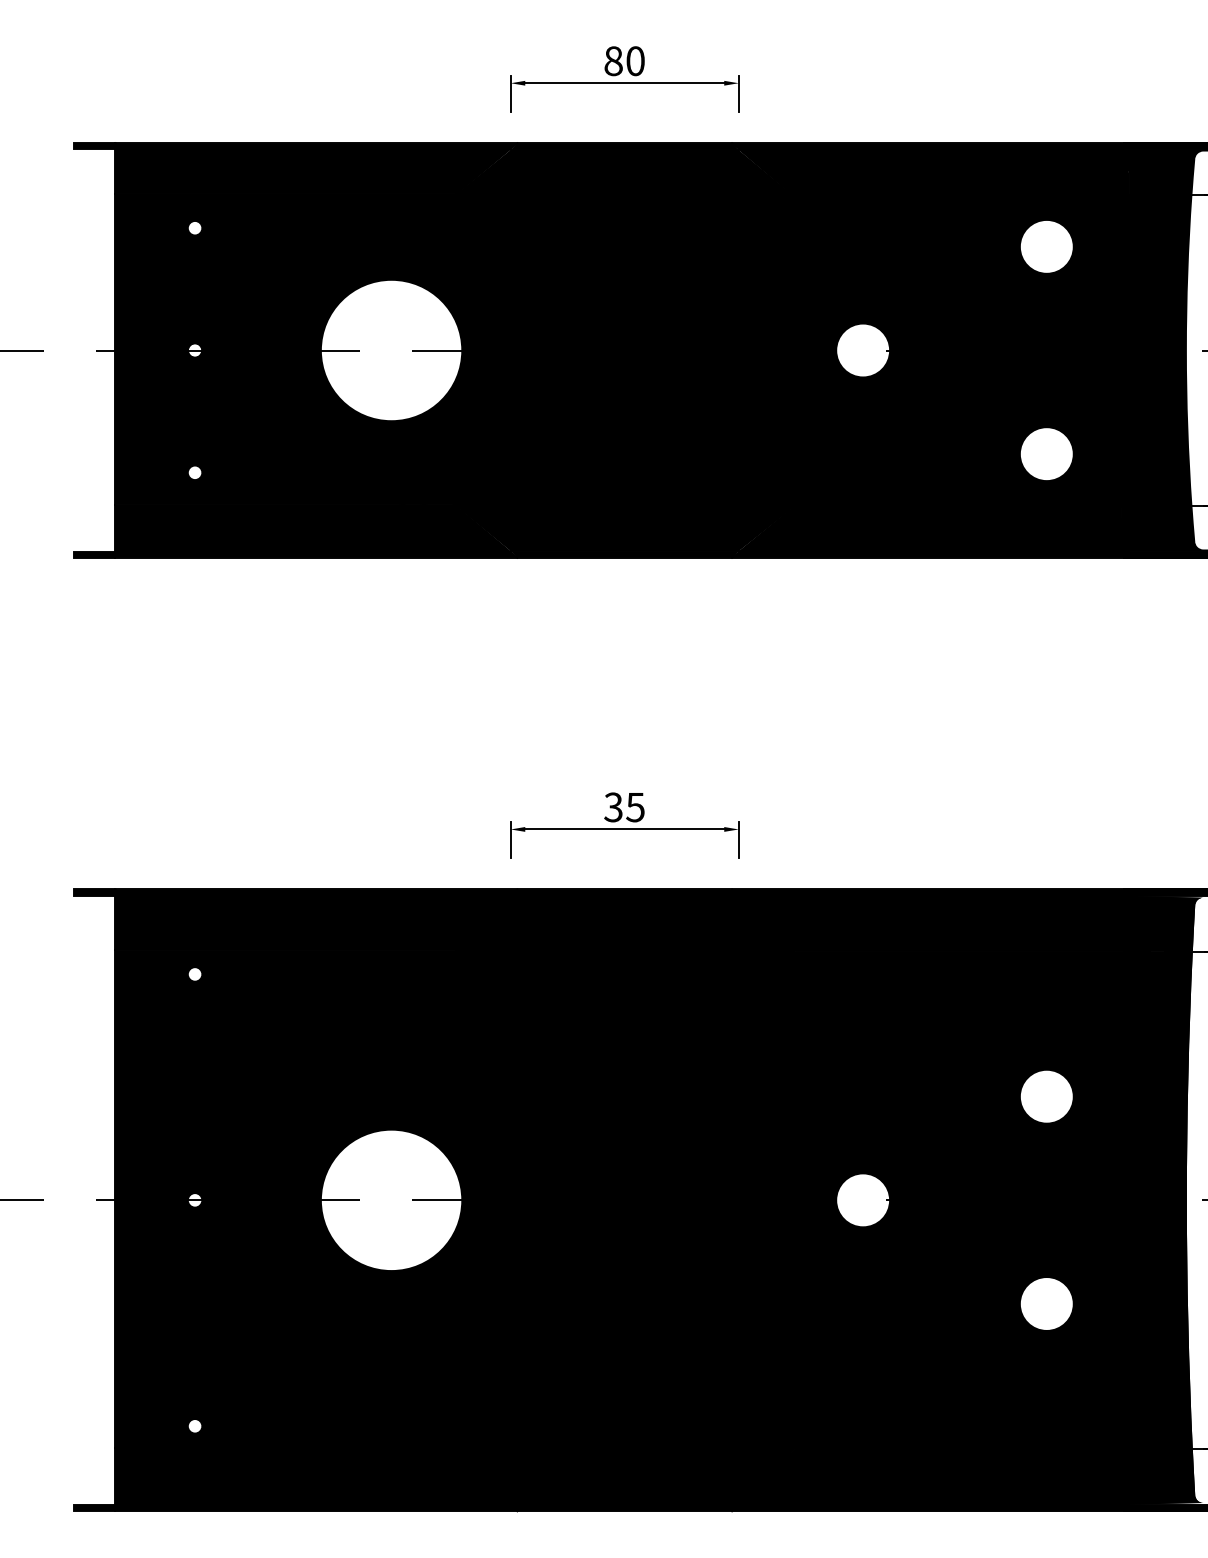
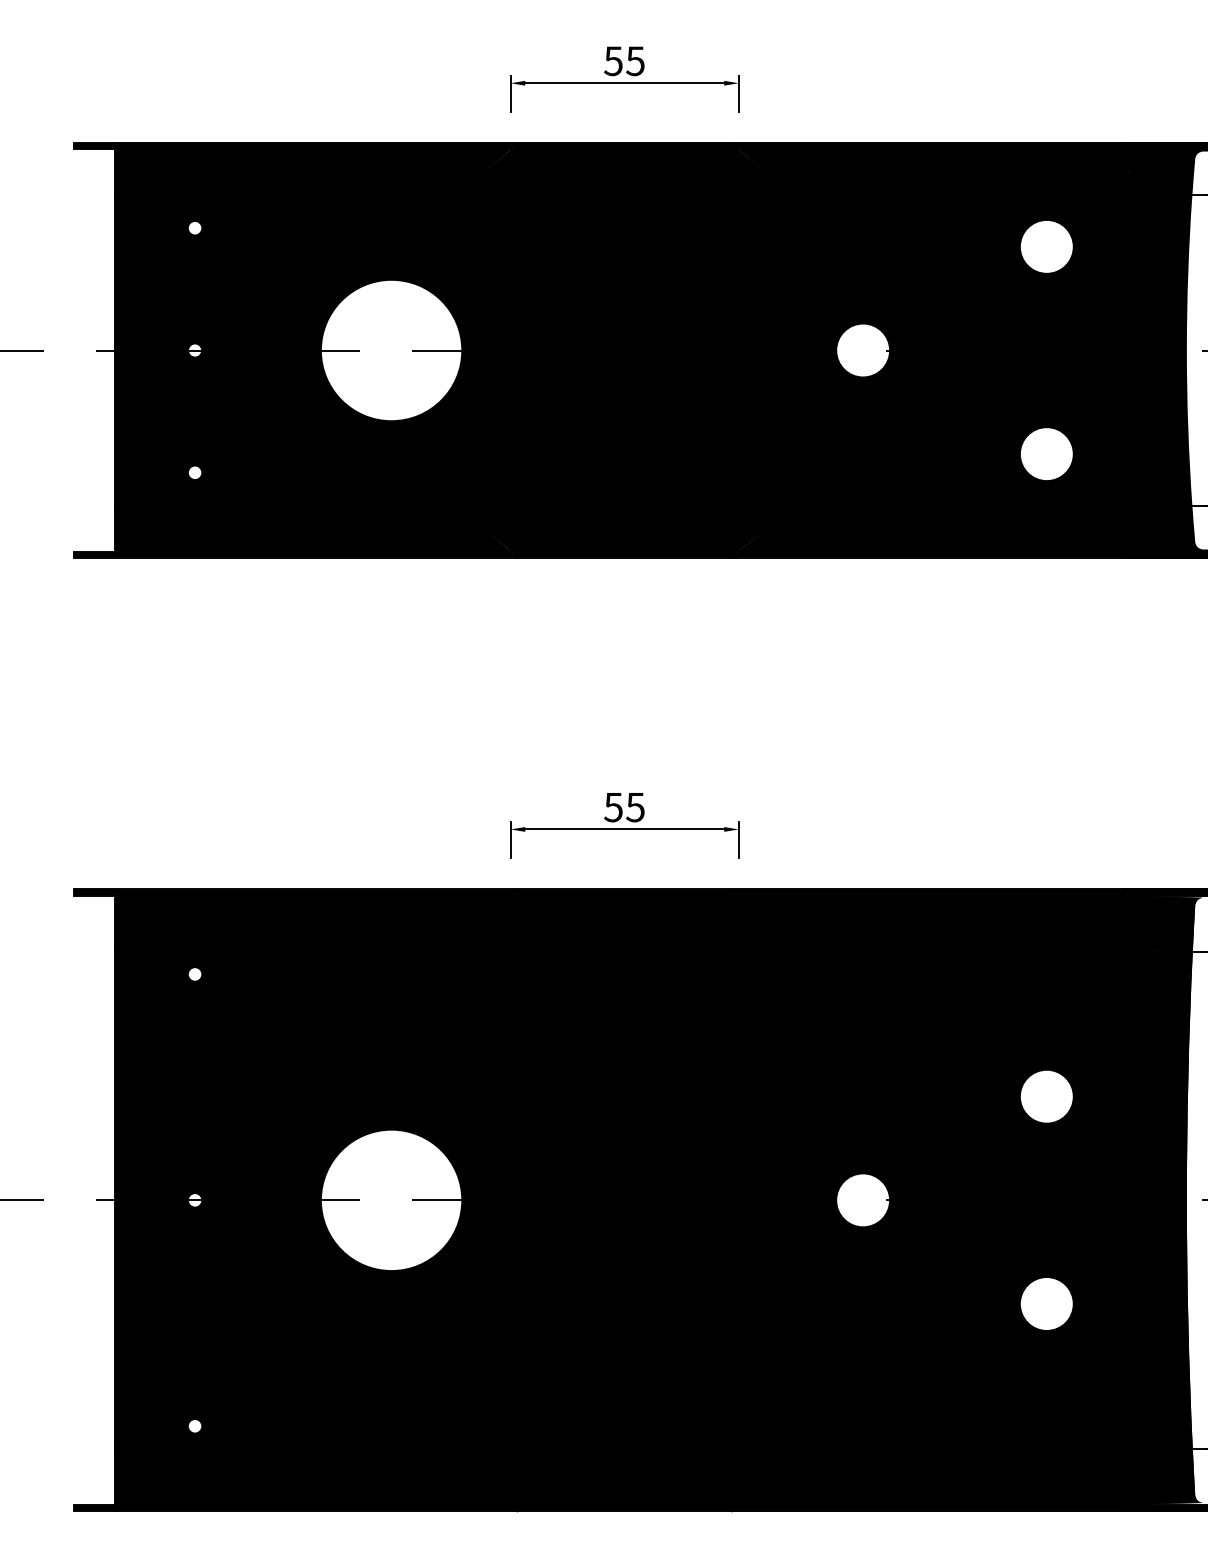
text at (624, 61): 80 -> 55
text at (613, 806): 35 -> 55
